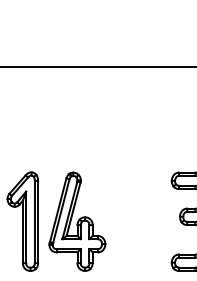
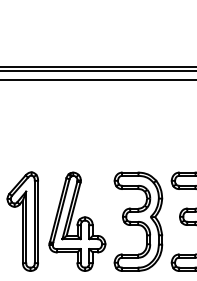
line at (97, 70): none -> present
line at (97, 79): none -> present
part at (138, 221): none -> present
